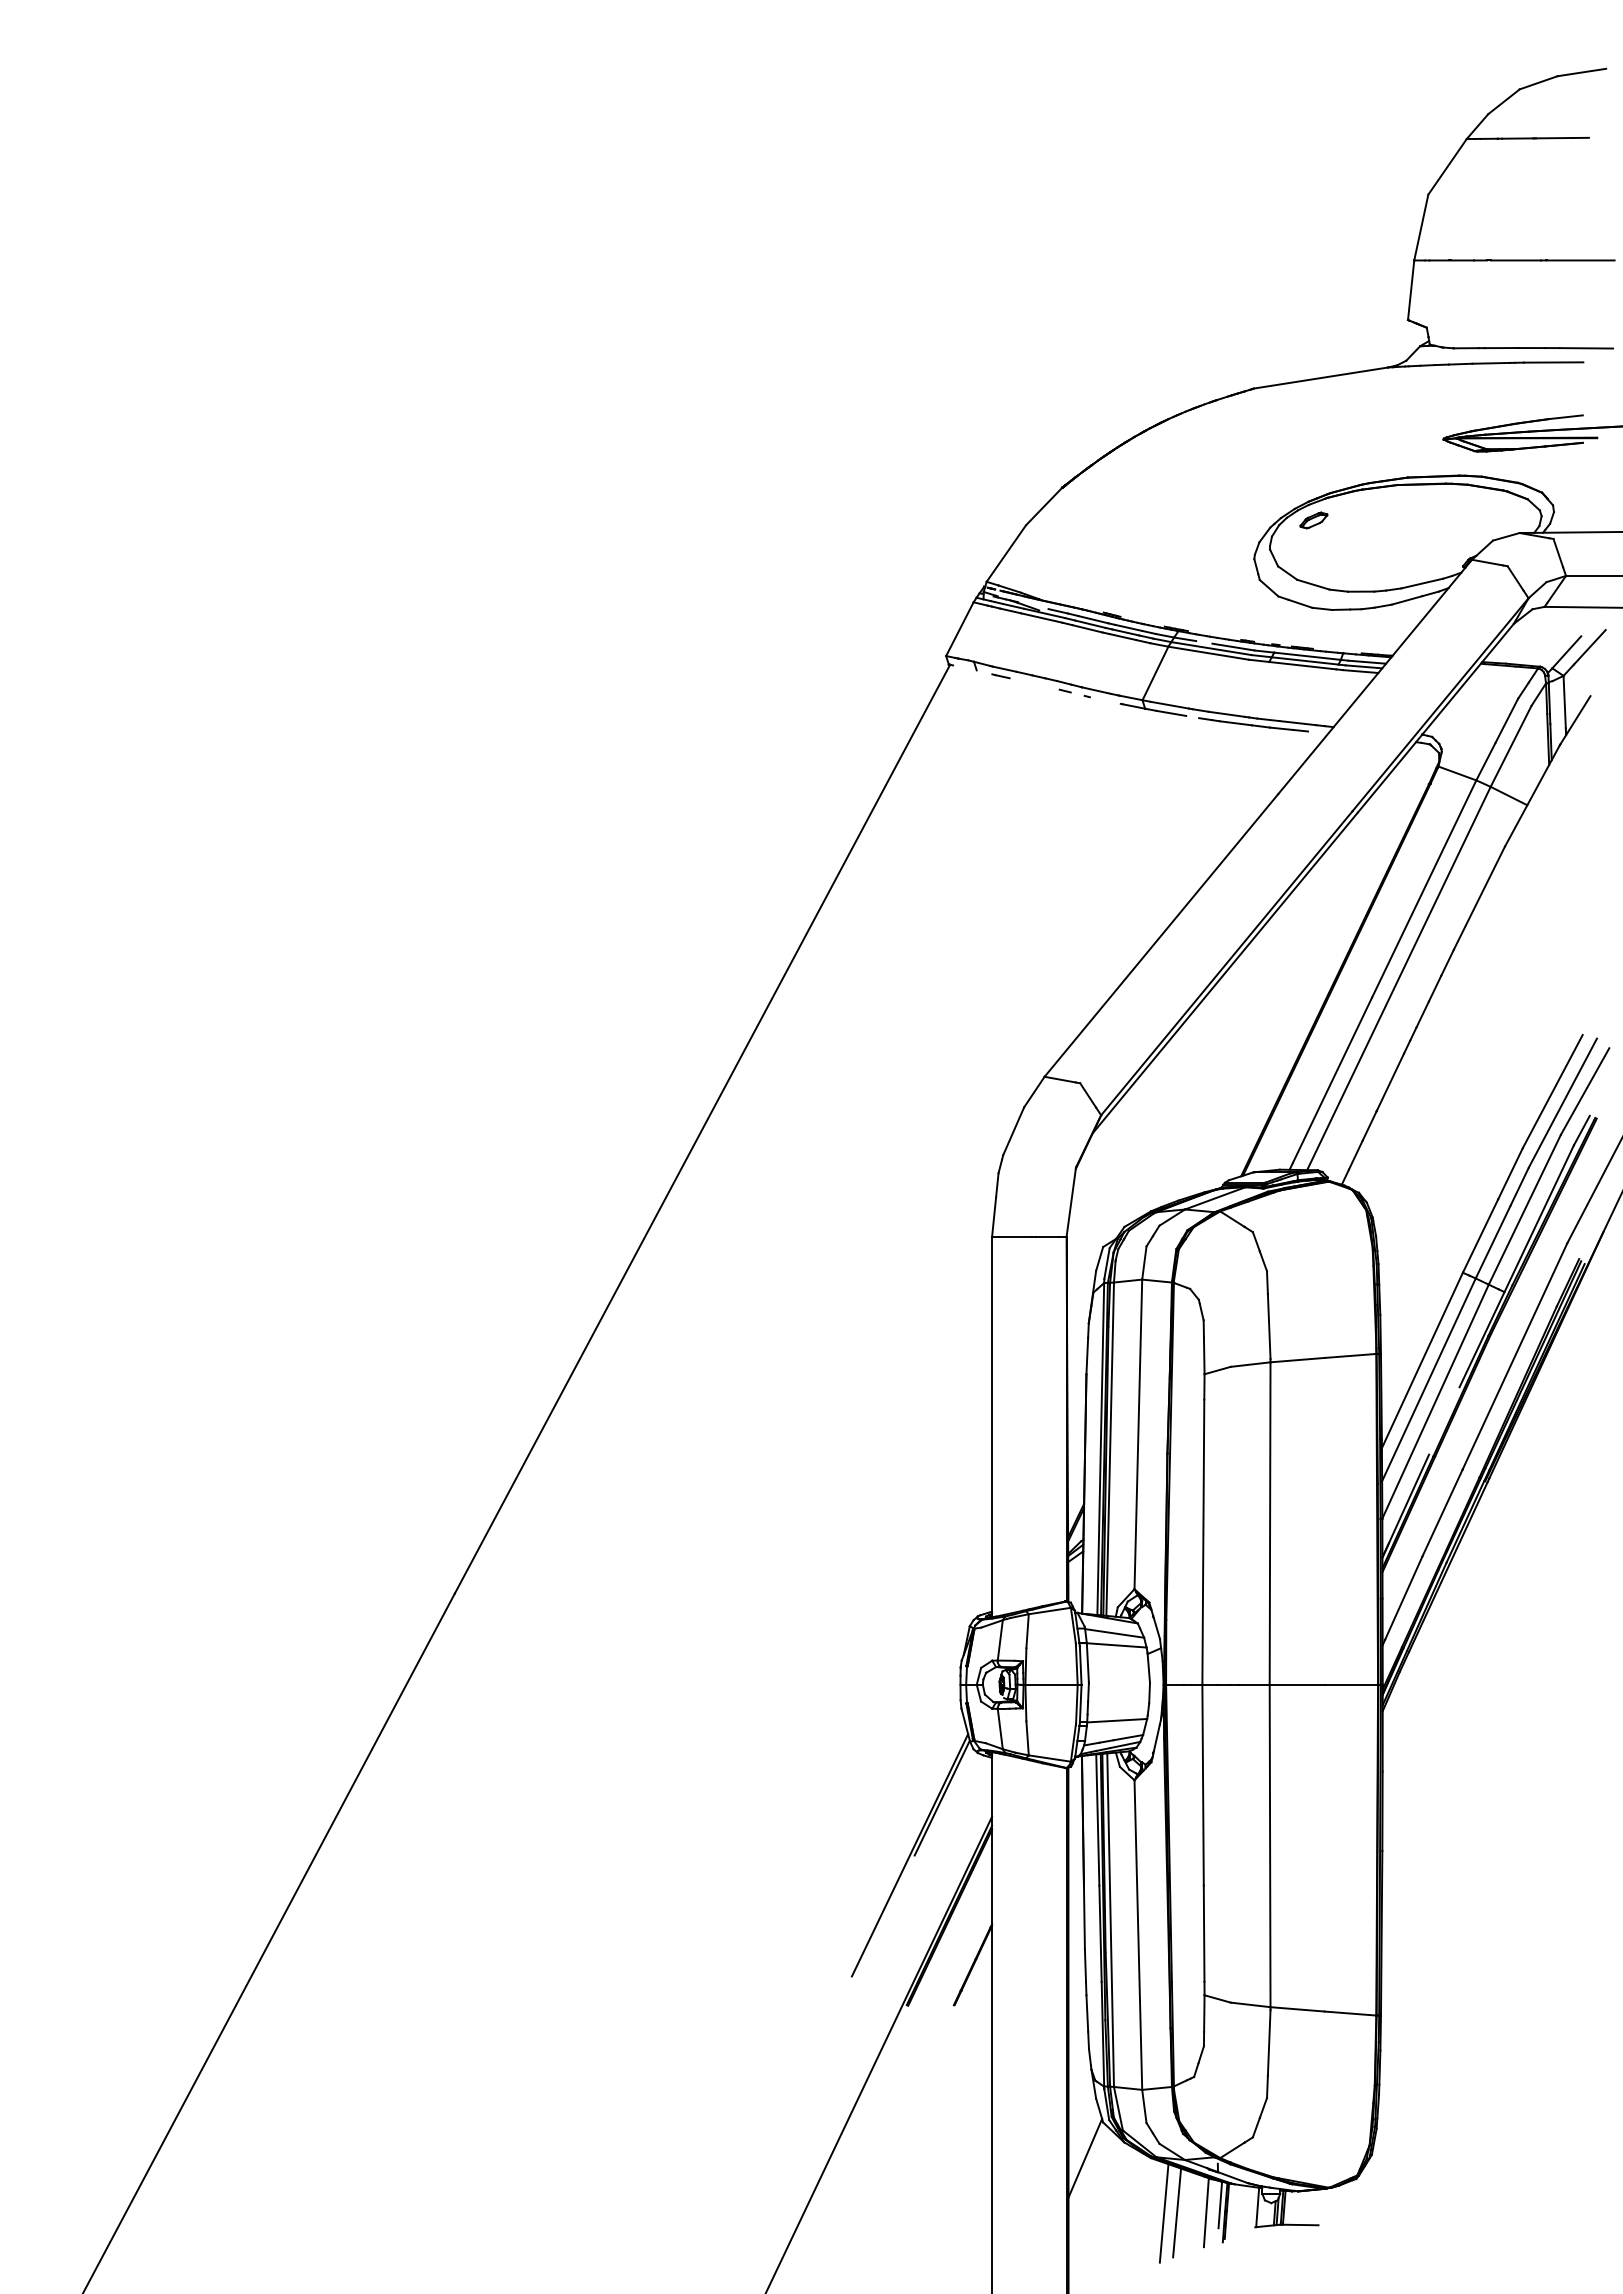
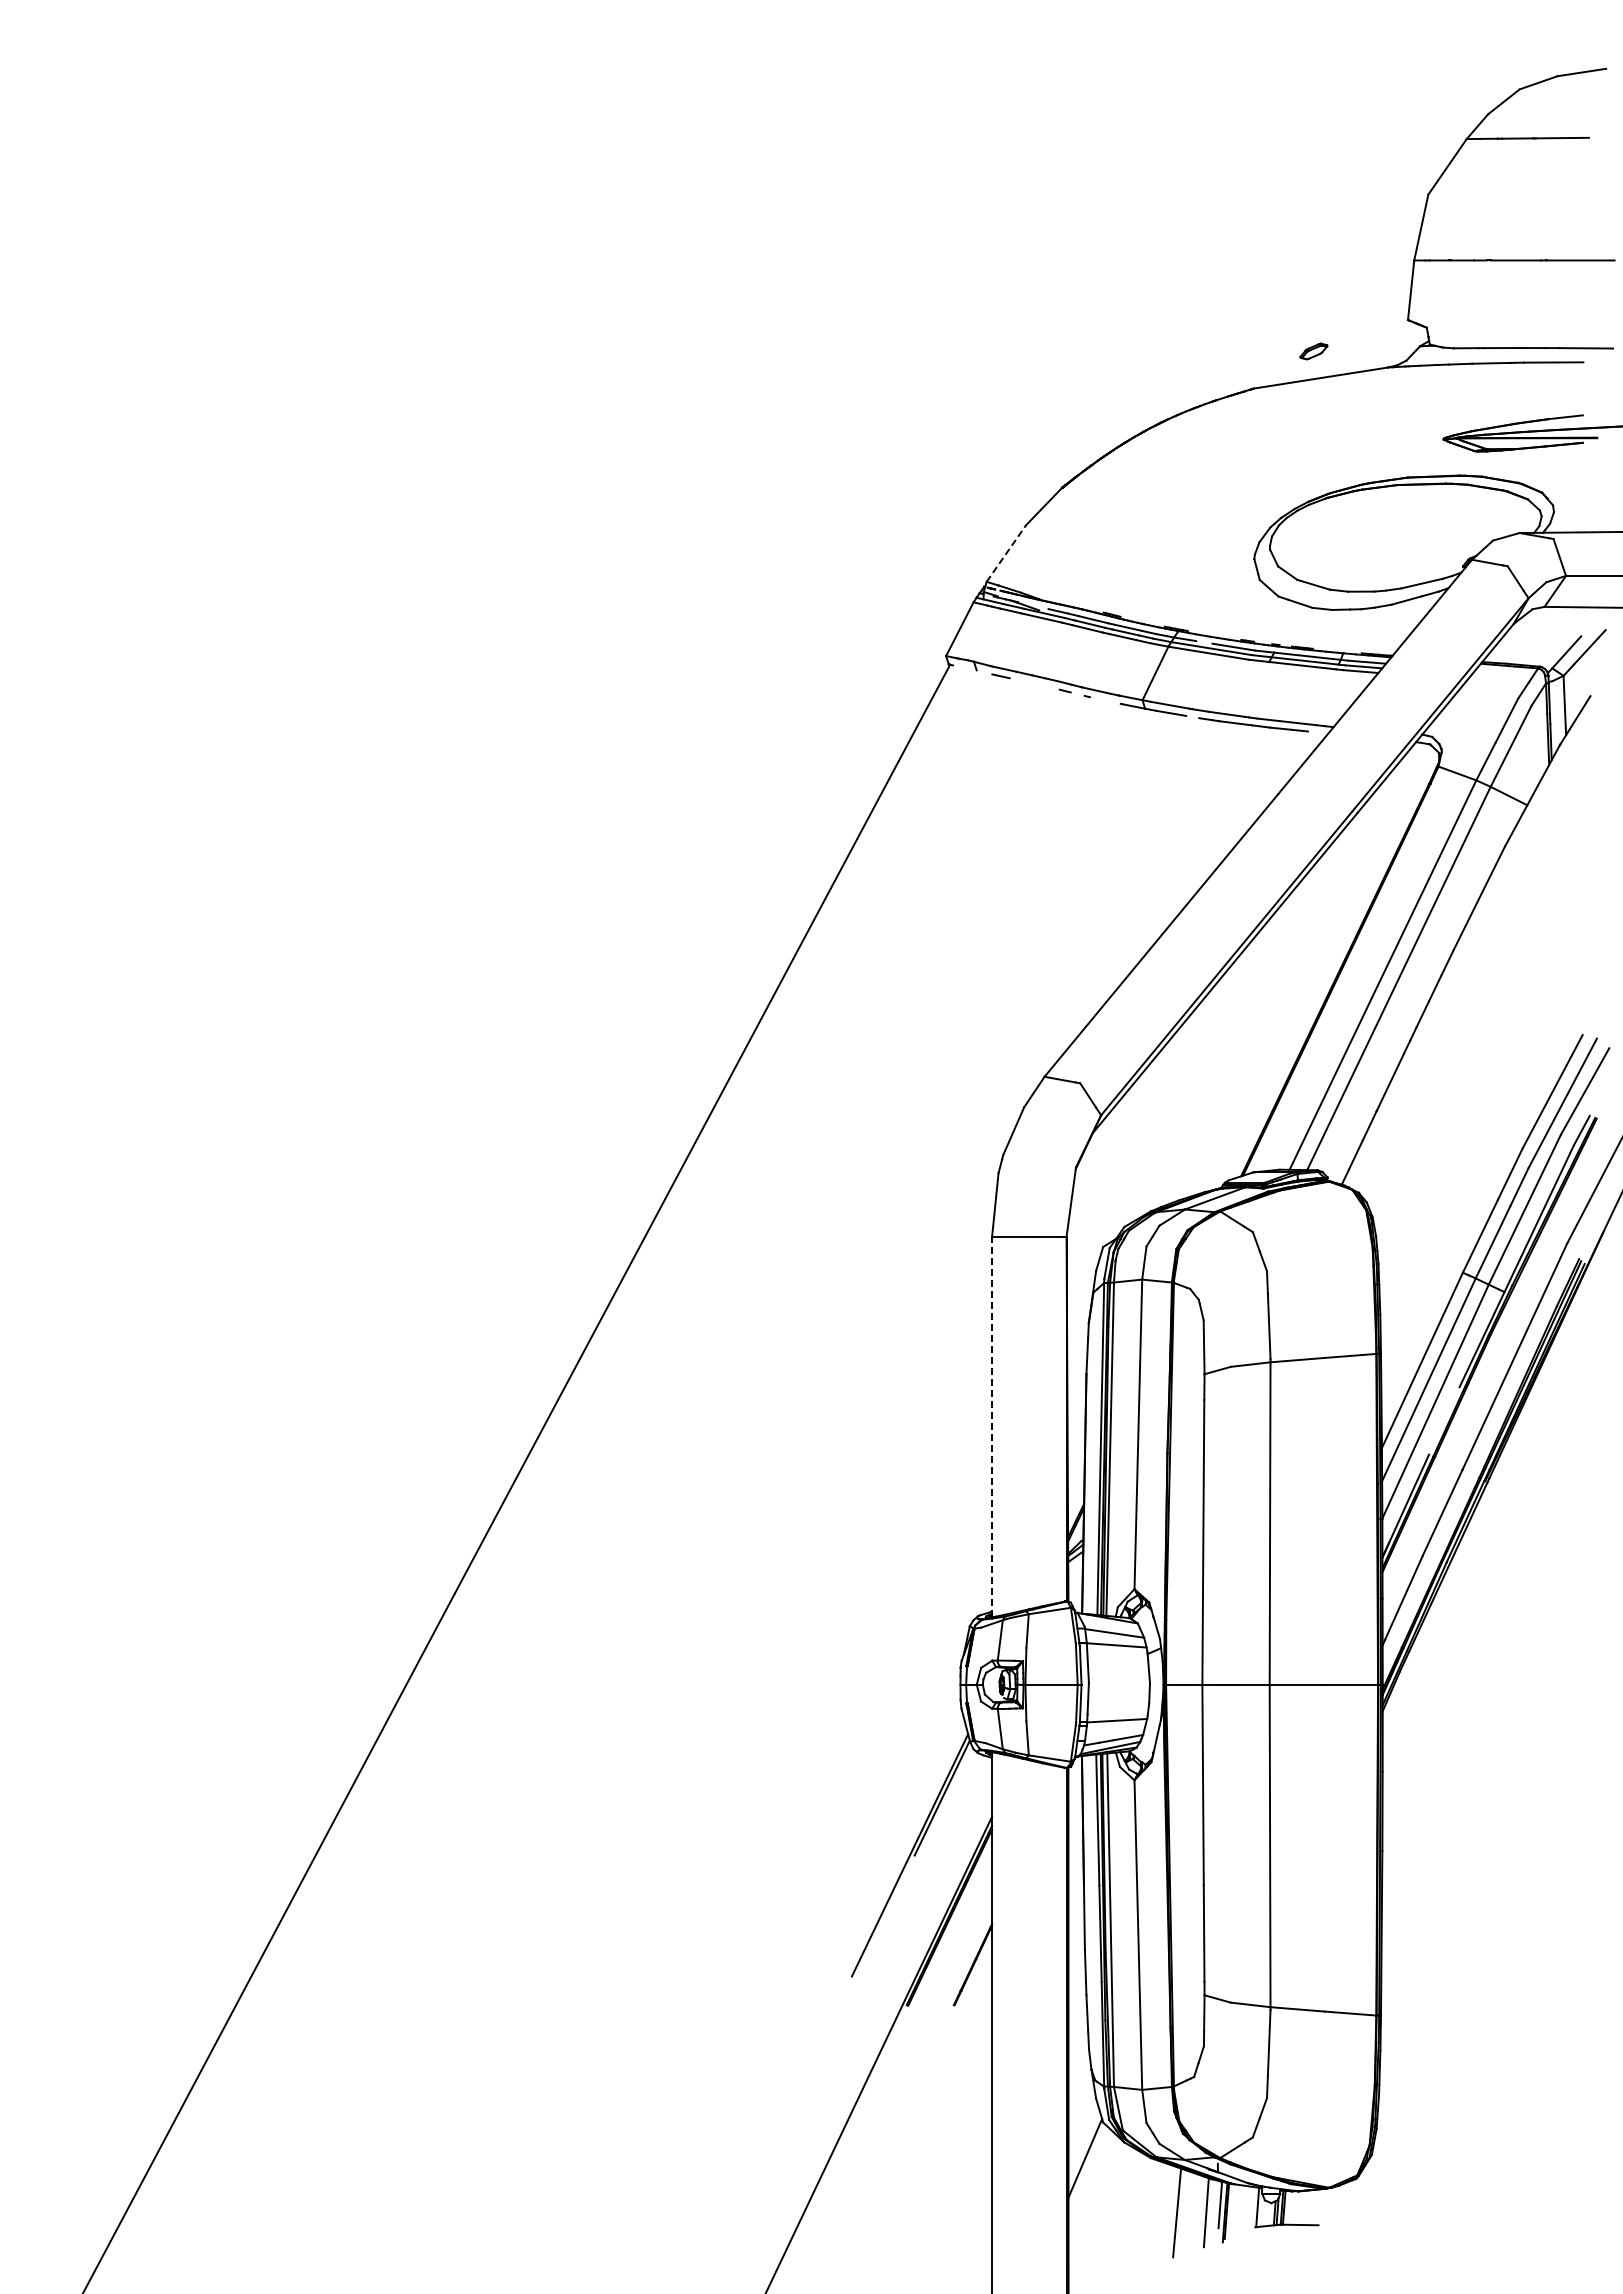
part at (1313, 520) position: (1313, 520) -> (1313, 351)
line at (1006, 553): solid -> dashed
line at (992, 1426): solid -> dashed
line at (1163, 2213): present -> none
